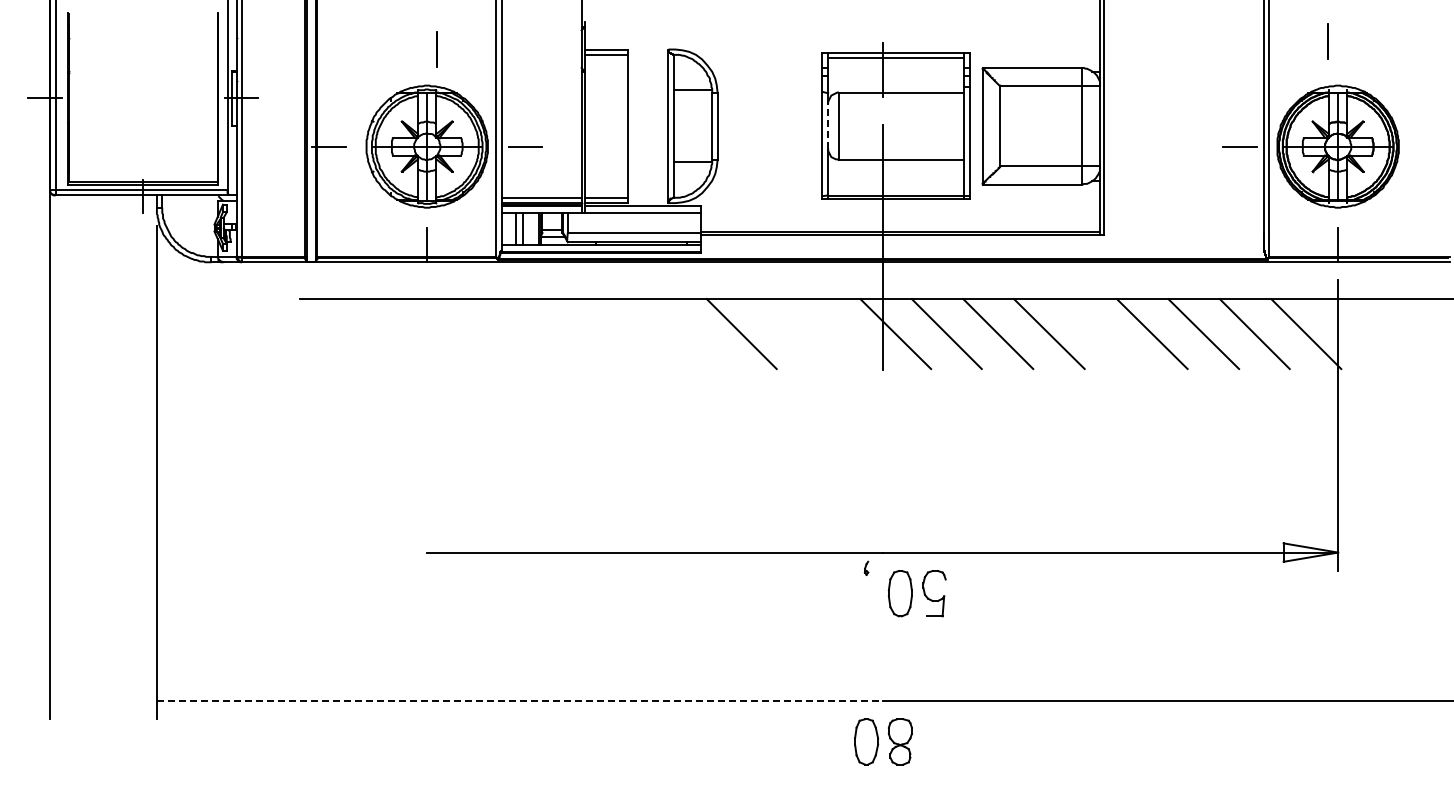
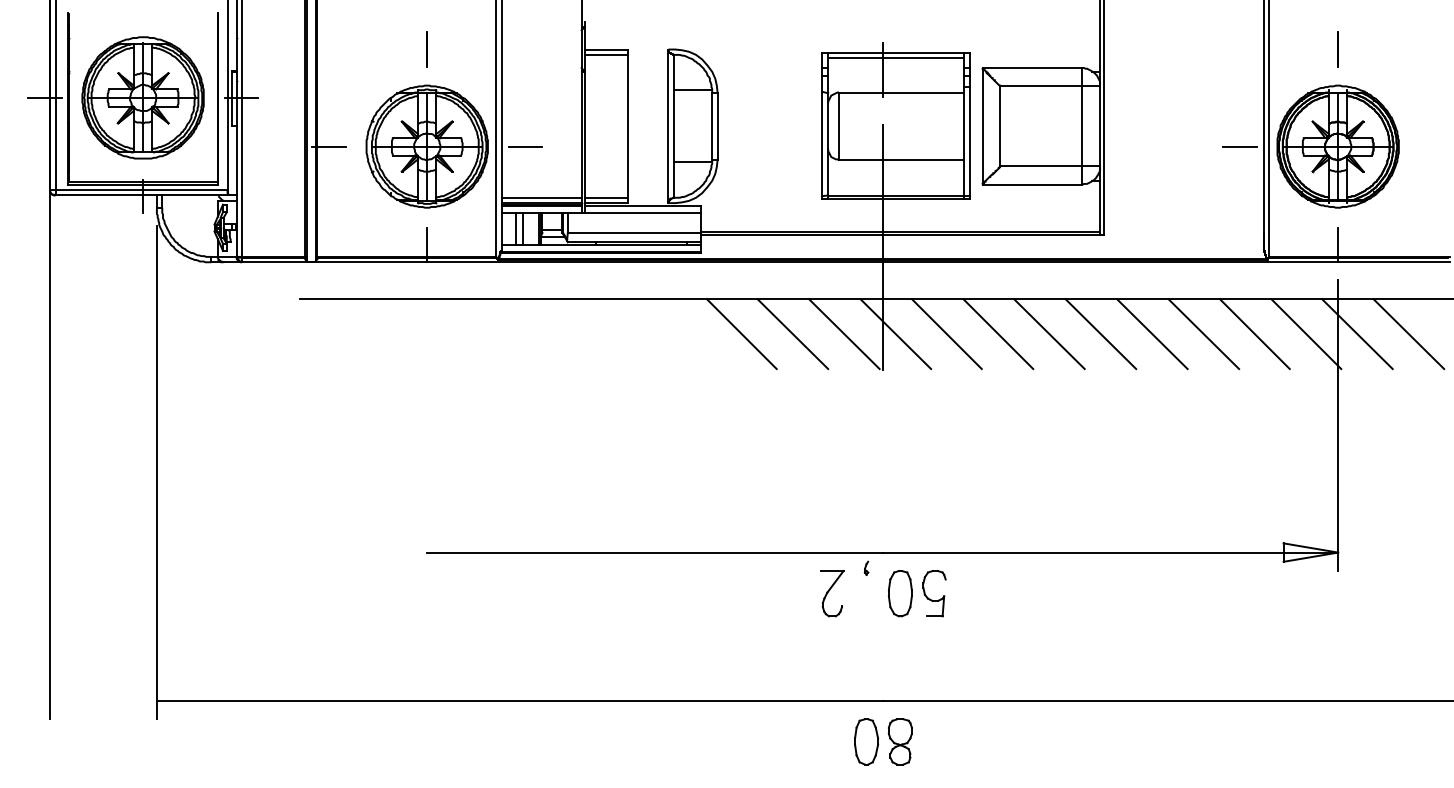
line at (1327, 41) position: (1327, 41) -> (1337, 49)
line at (436, 49) position: (436, 49) -> (426, 49)
part at (142, 97): none -> present
line at (828, 125): dashed -> solid
line at (792, 334): none -> present
line at (843, 334): none -> present
line at (1100, 334): none -> present
line at (1357, 334): none -> present
line at (1408, 334): none -> present
part at (832, 593): none -> present
line at (519, 700): dashed -> solid
